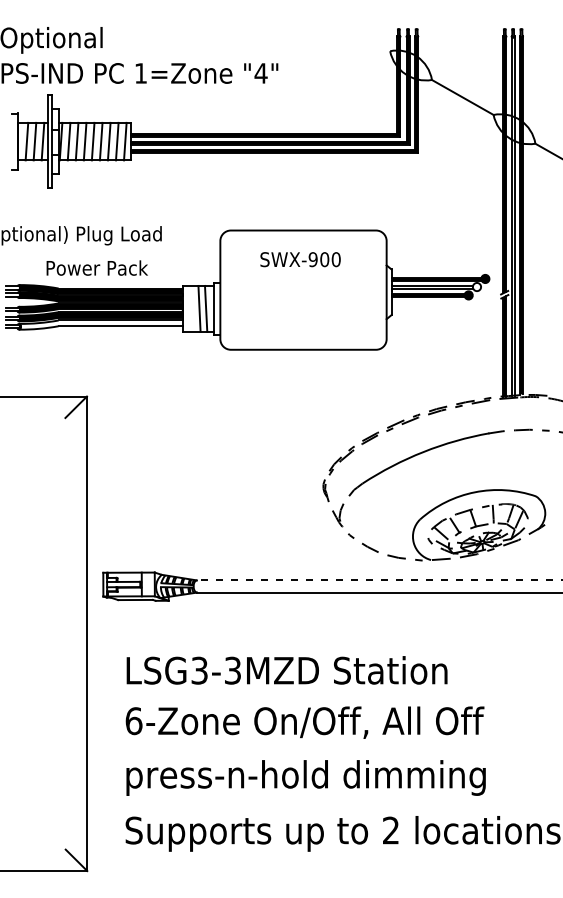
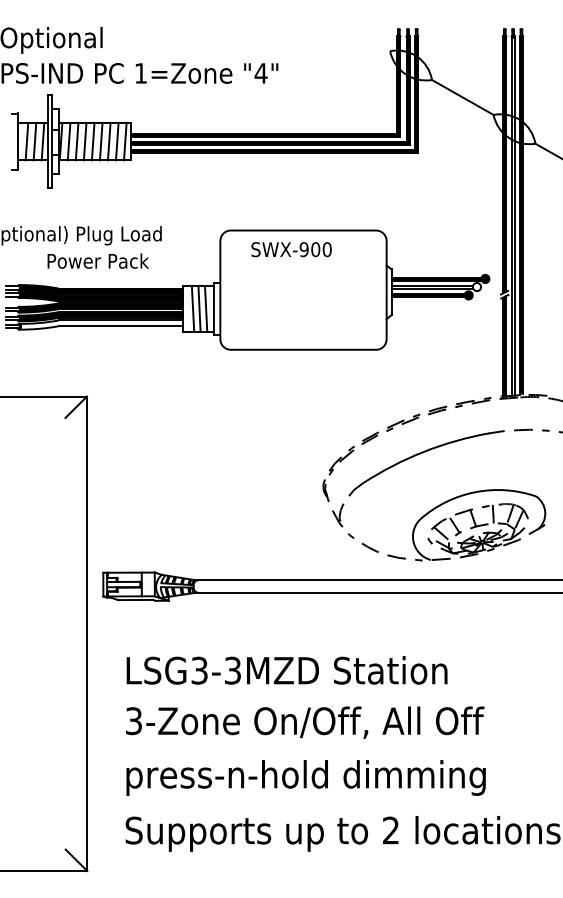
text at (300, 259) position: (300, 259) -> (291, 249)
text at (96, 267) position: (96, 267) -> (97, 260)
line at (192, 308): none -> present
line at (379, 580): dashed -> solid
text at (133, 721): 6-Zone -> 3-Zone
